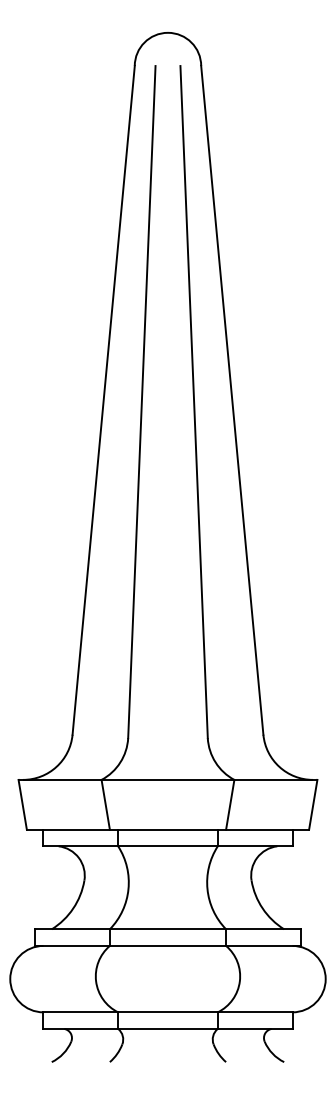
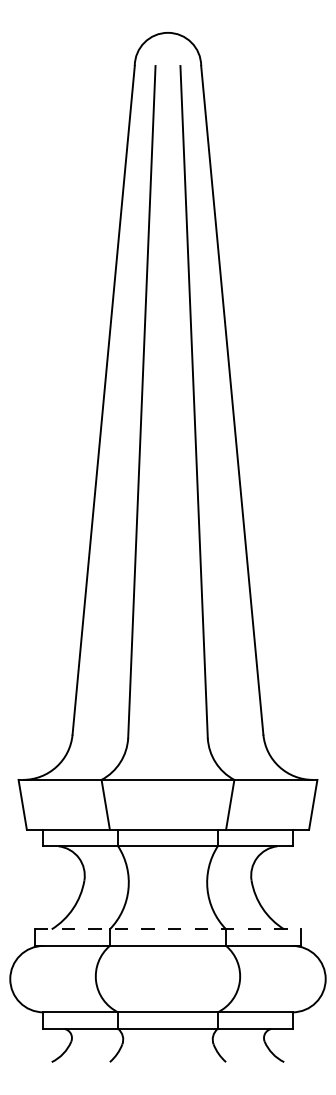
line at (168, 929): solid -> dashed
